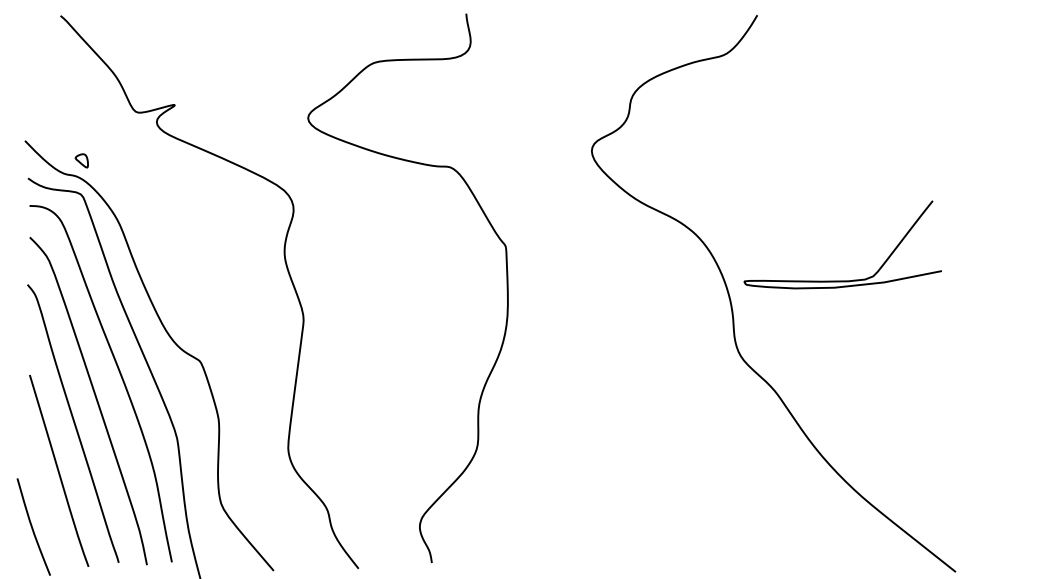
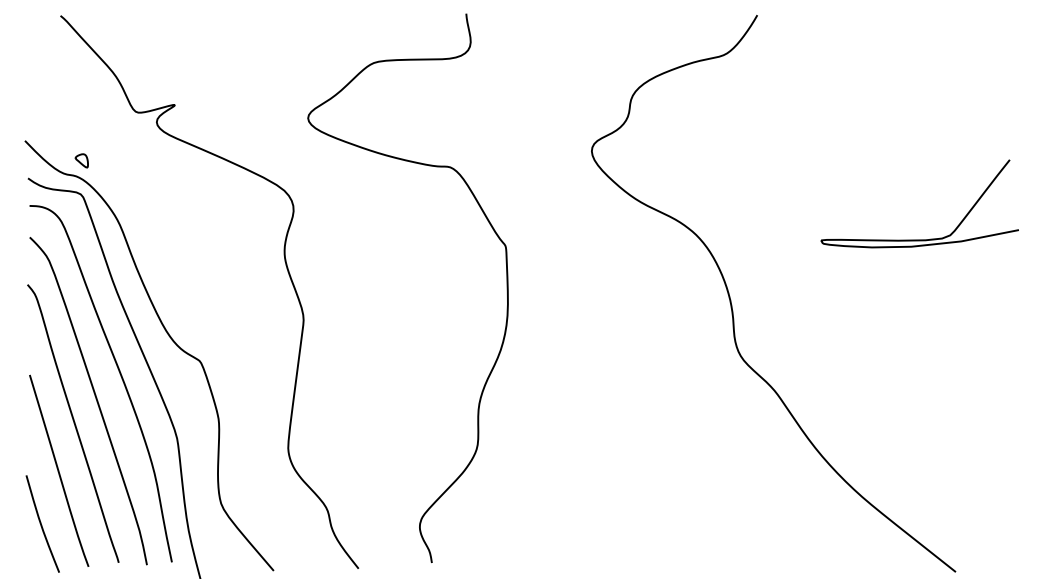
curve at (842, 280) position: (842, 280) -> (919, 239)
curve at (32, 526) position: (32, 526) -> (41, 523)
